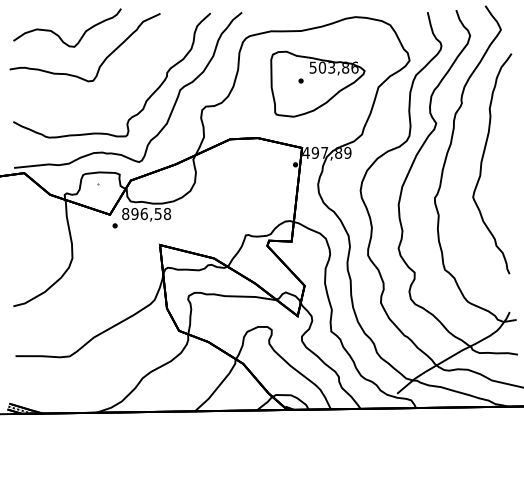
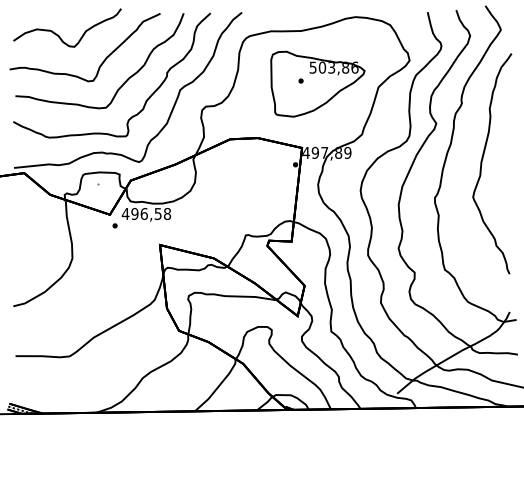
curve at (123, 82): none -> present
text at (125, 214): 896,58 -> 496,58
